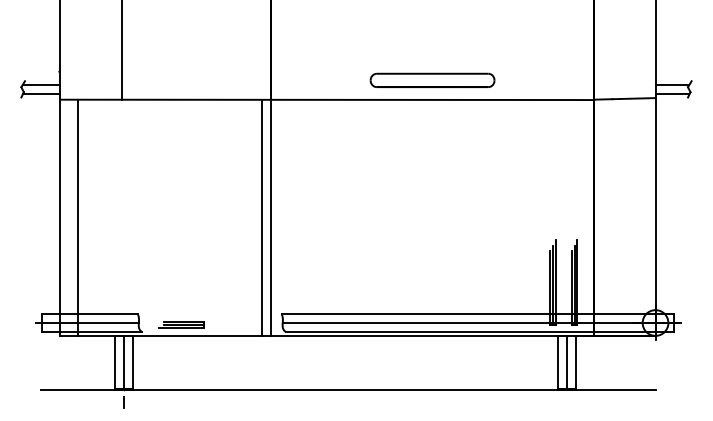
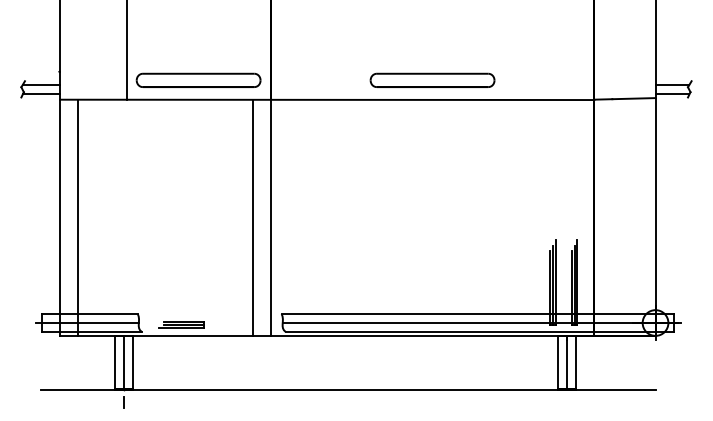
line at (121, 50) position: (121, 50) -> (126, 50)
part at (198, 79): none -> present
line at (261, 217) position: (261, 217) -> (252, 217)
